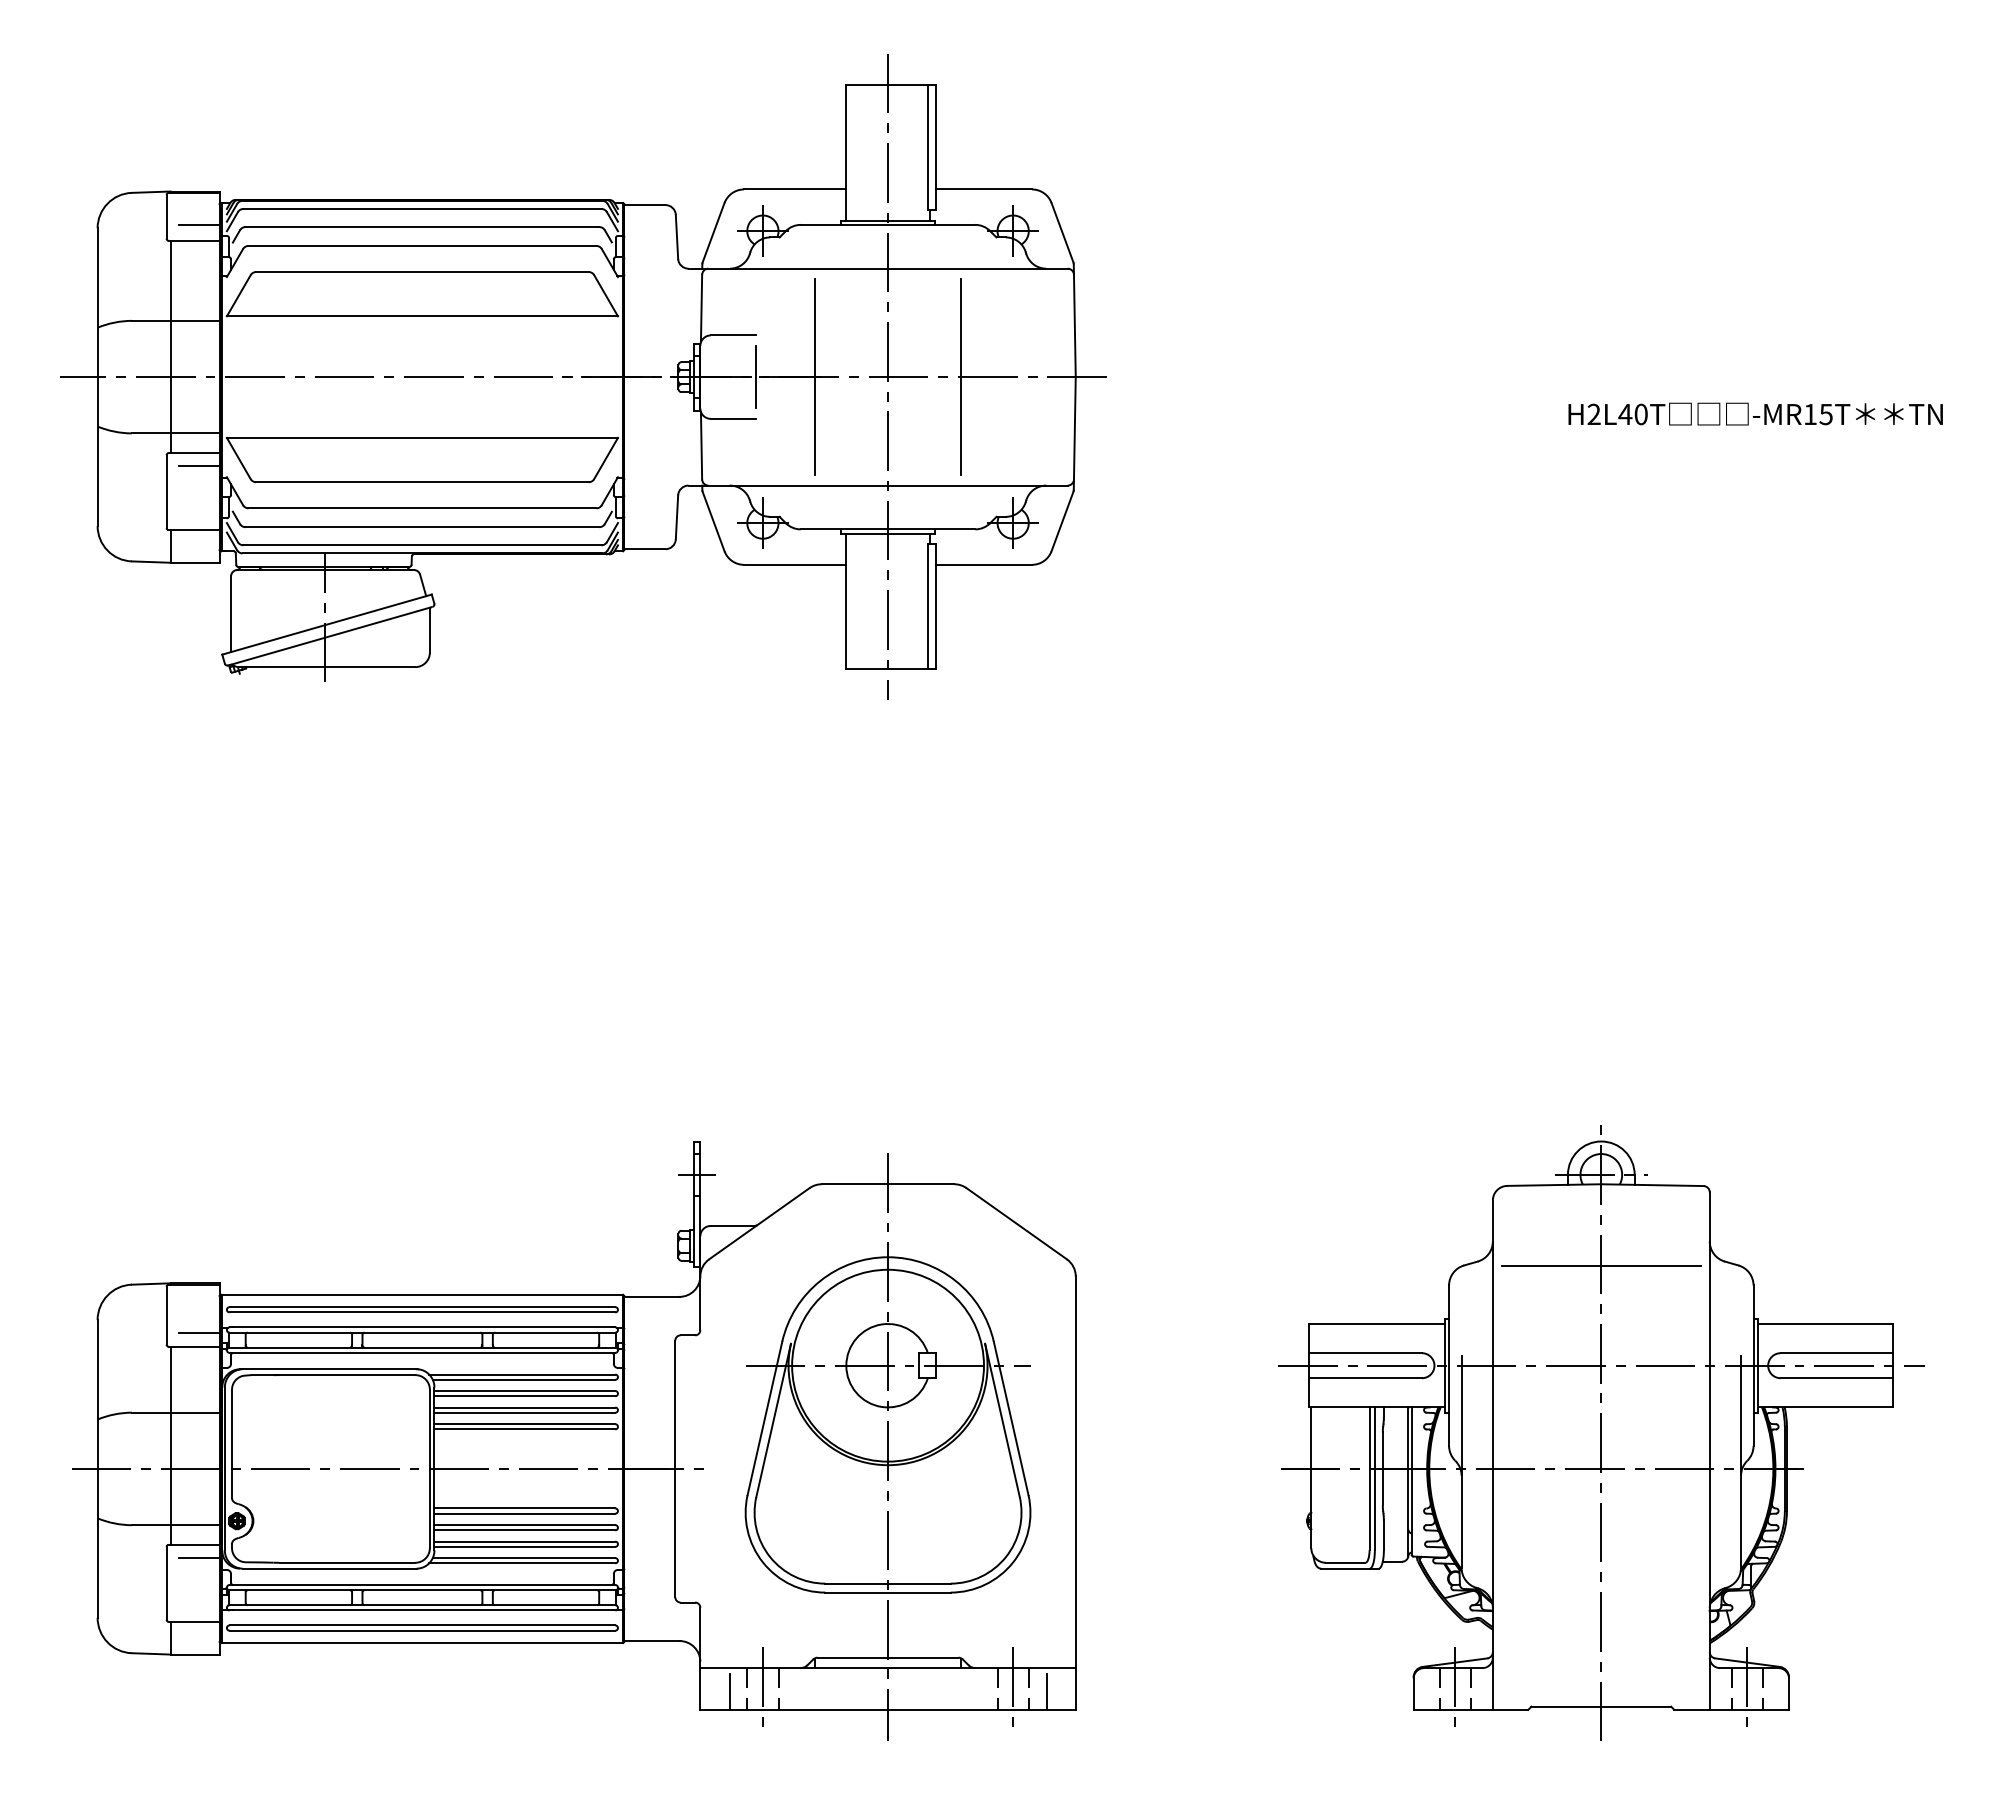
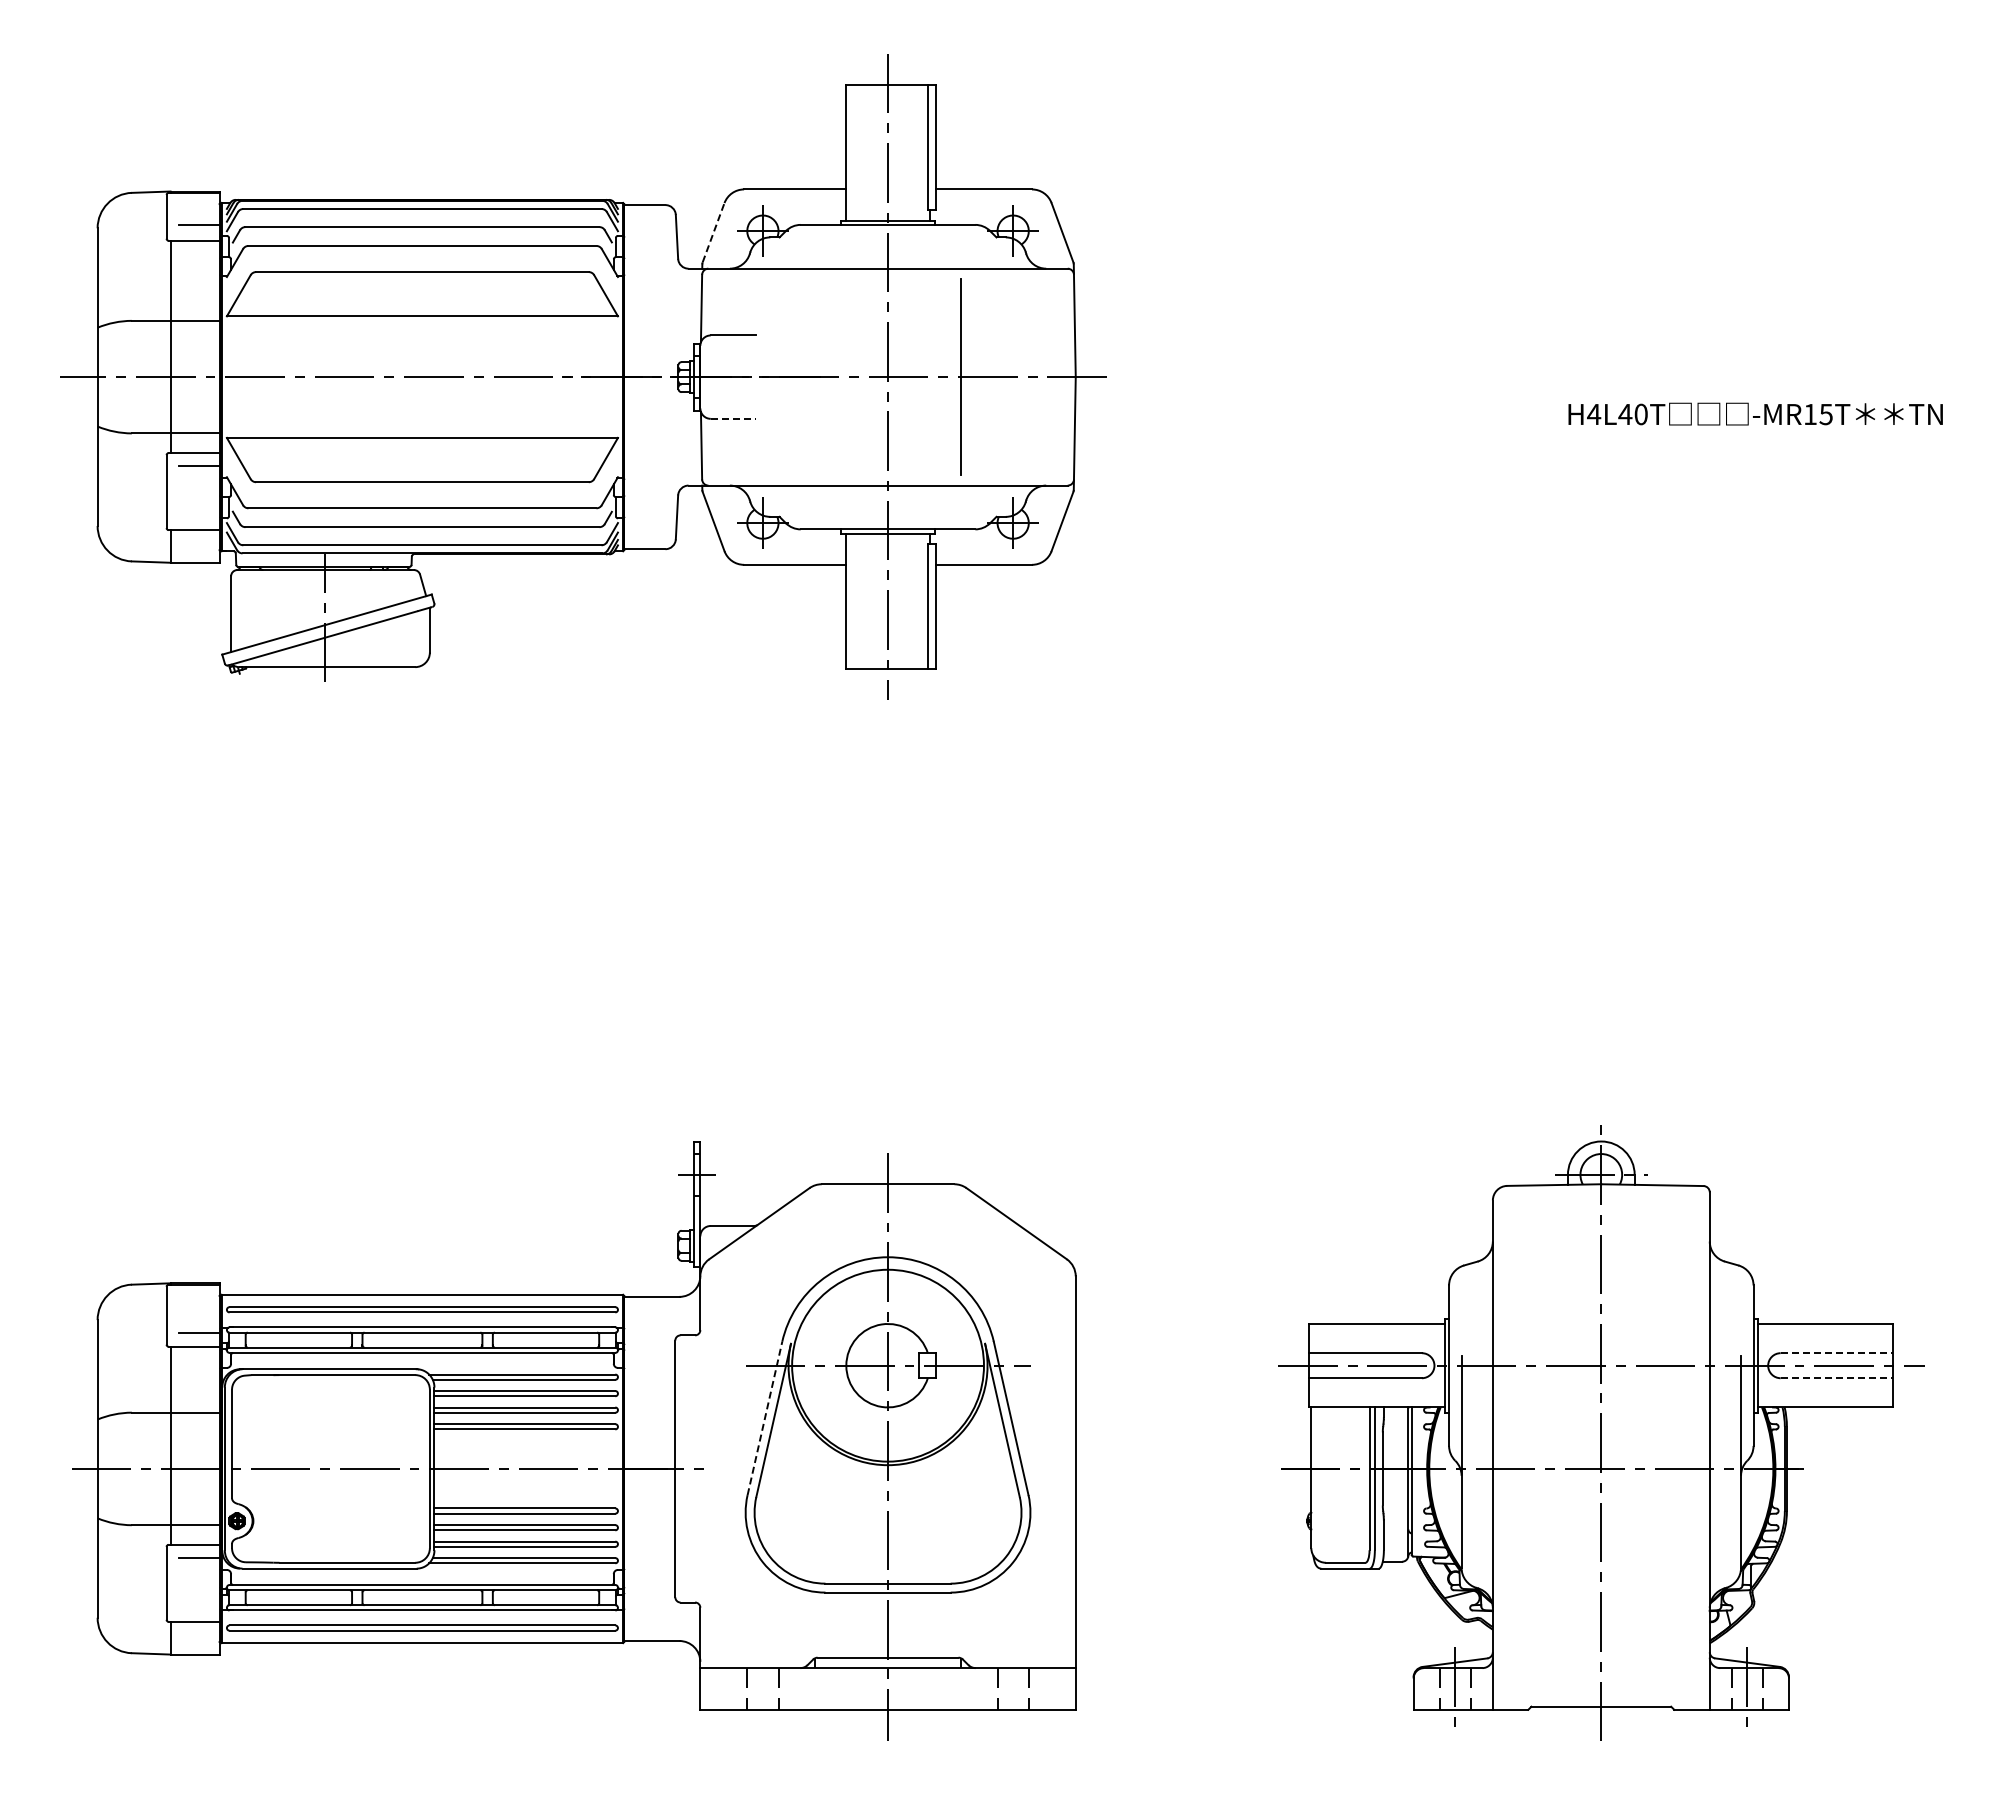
line at (713, 232): solid -> dashed
line at (756, 376): present -> none
line at (815, 377): present -> none
text at (1594, 413): H2L40T -> H4L40T
line at (733, 418): solid -> dashed
line at (1601, 1265): present -> none
line at (1837, 1353): solid -> dashed
line at (1837, 1378): solid -> dashed
line at (764, 1418): solid -> dashed
line at (762, 1688): present -> none
line at (1013, 1688): present -> none
line at (729, 1691): present -> none
line at (1046, 1691): present -> none
